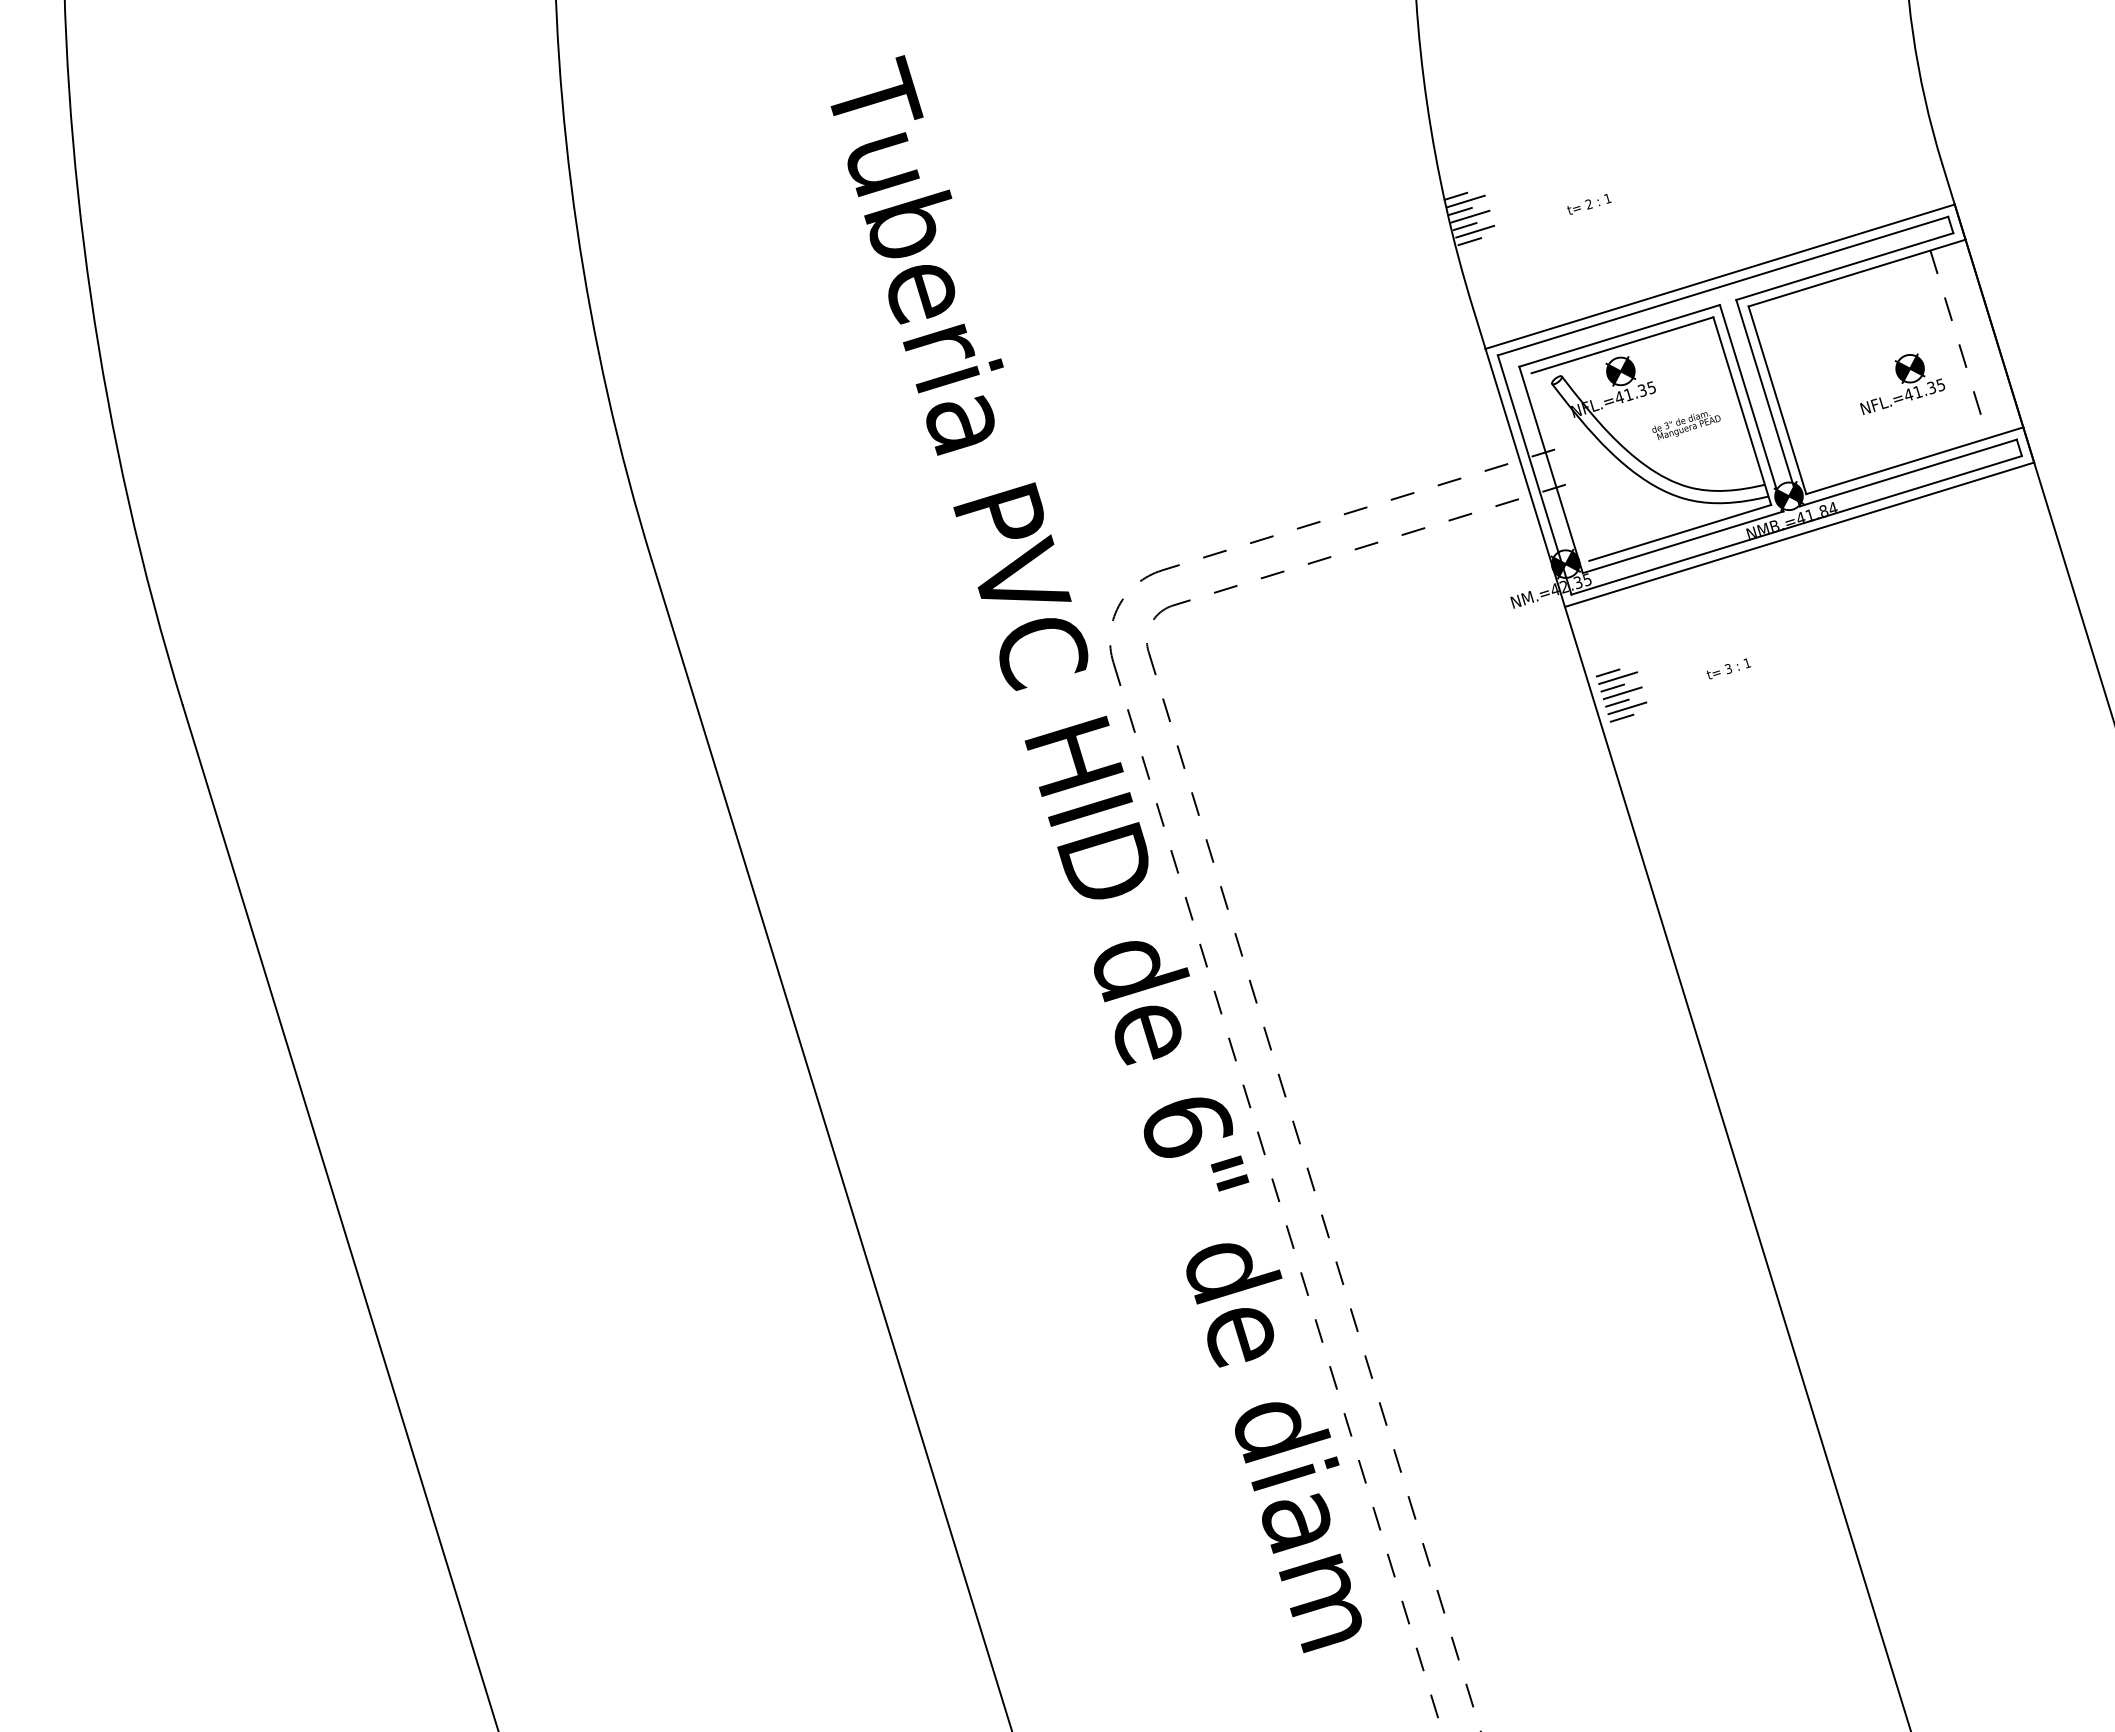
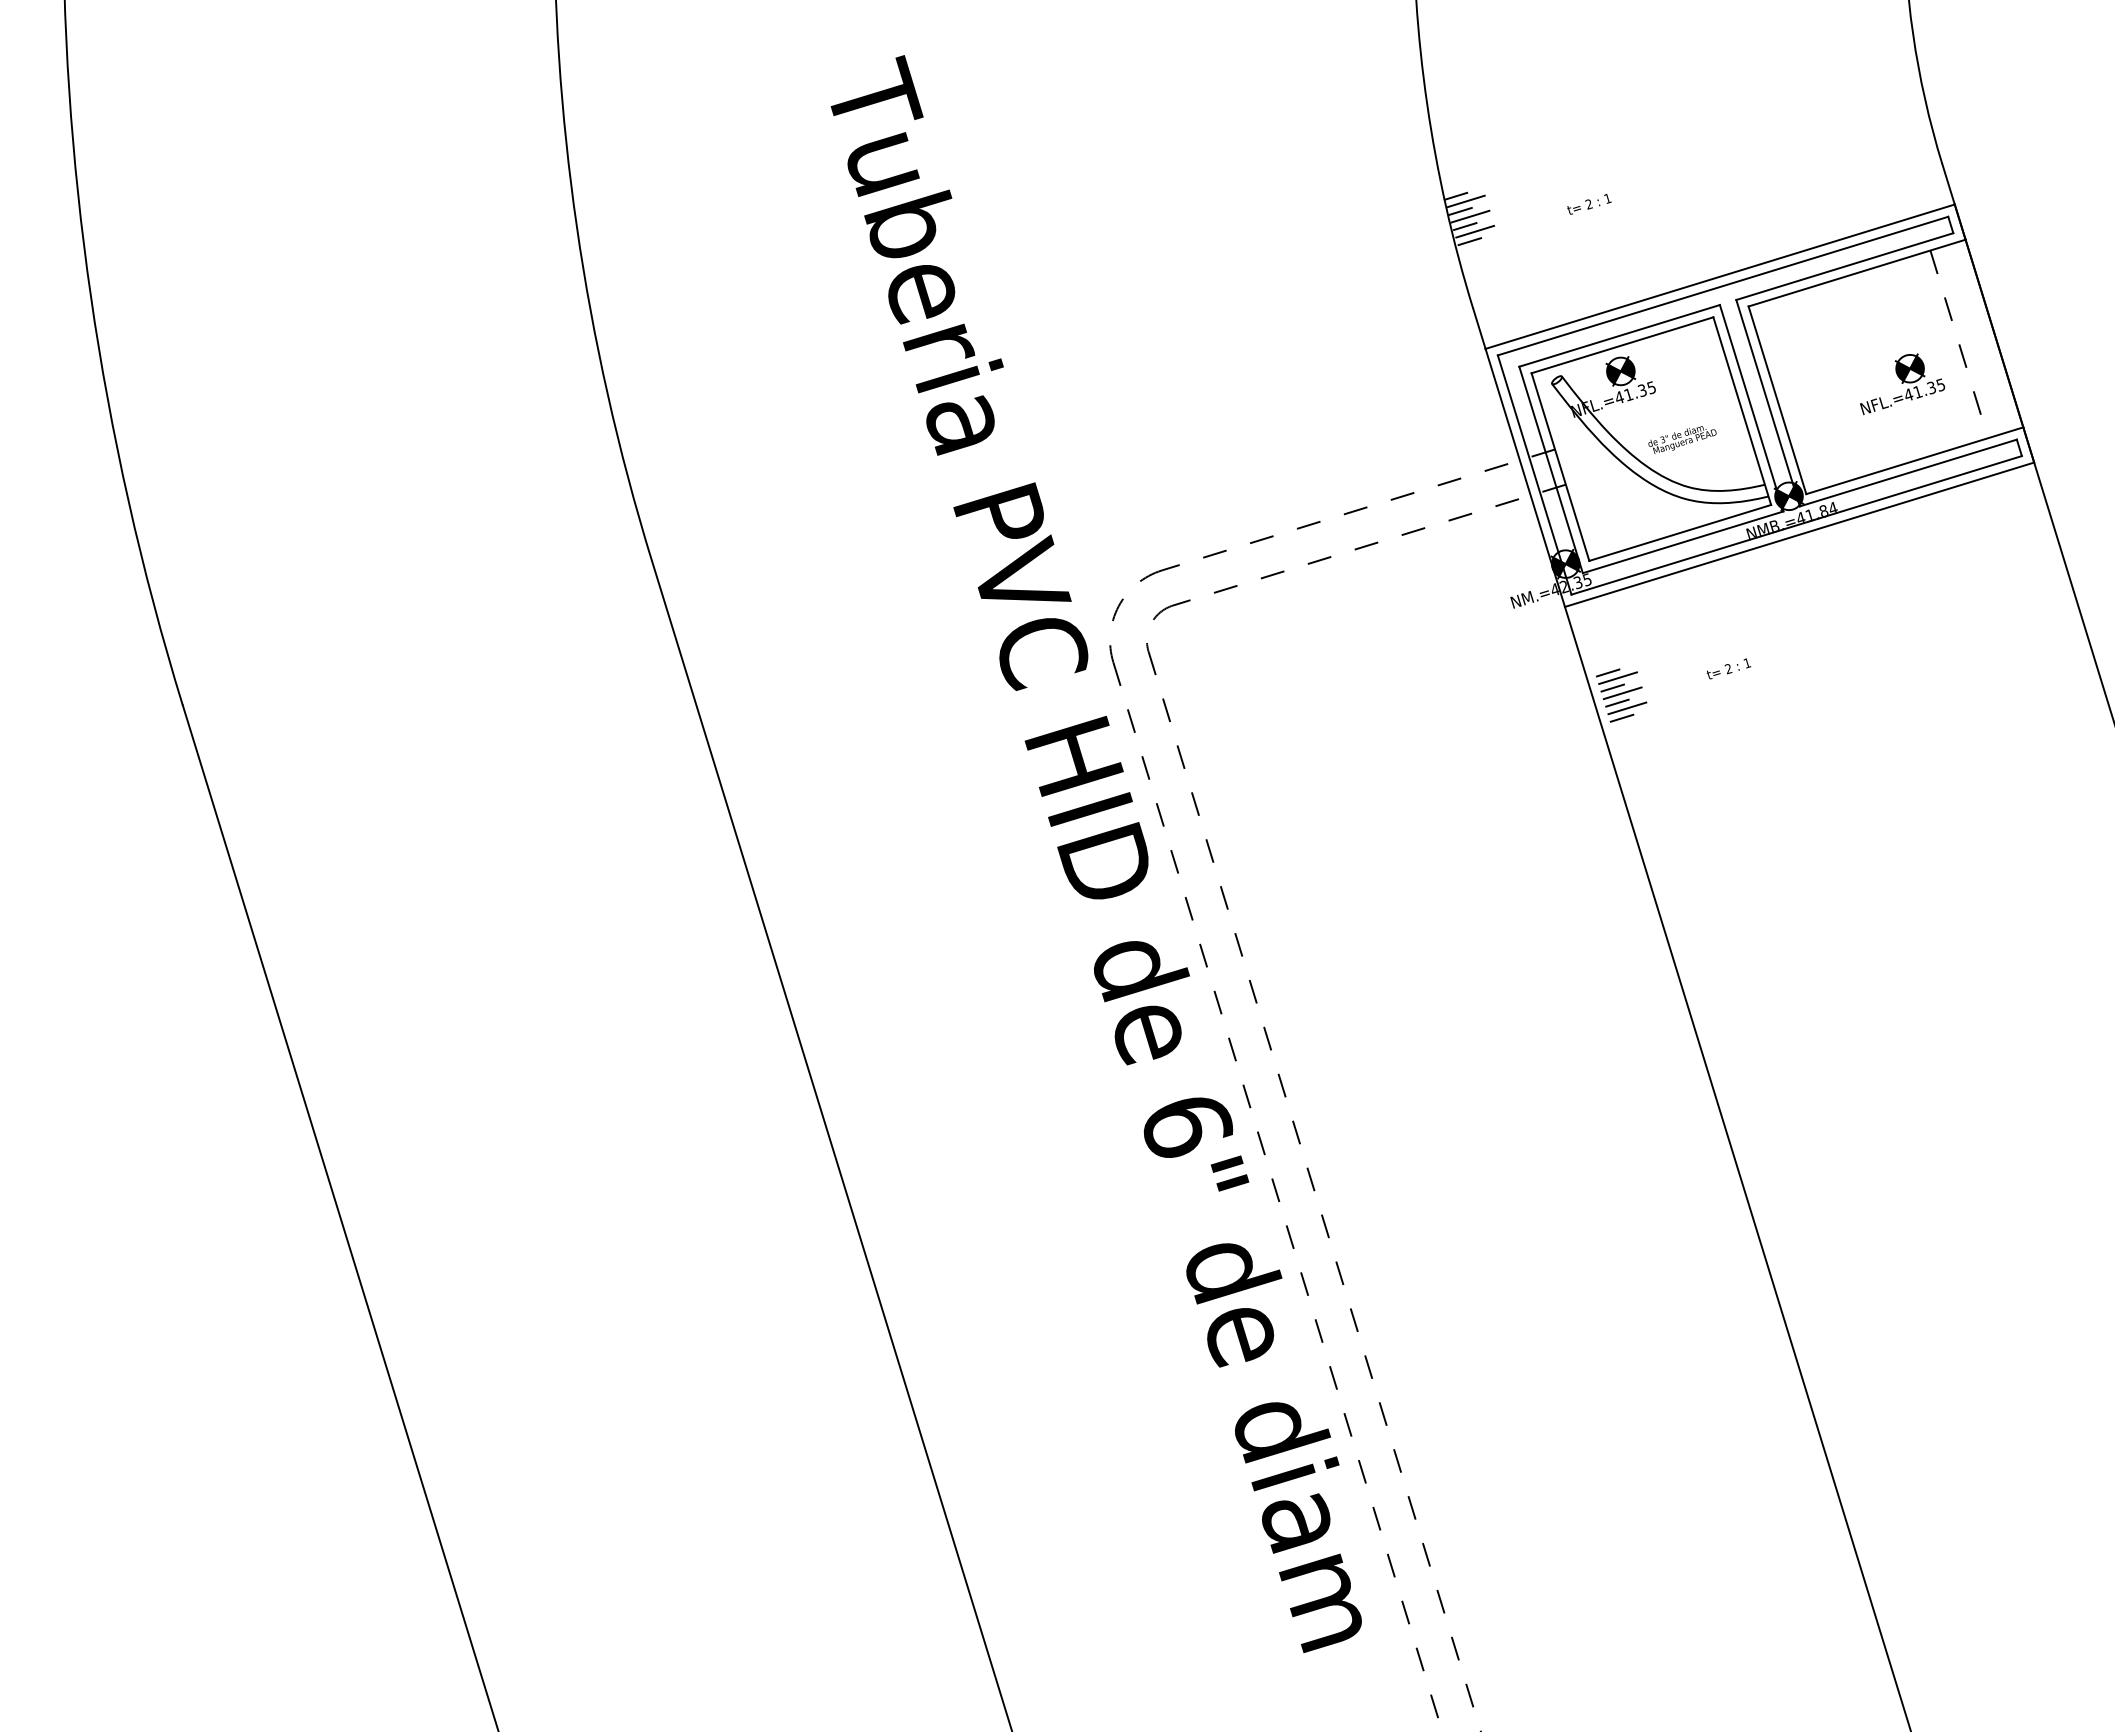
text at (1686, 425) position: (1686, 425) -> (1682, 439)
line at (1560, 466): none -> present
text at (1728, 669): 3 -> 2
